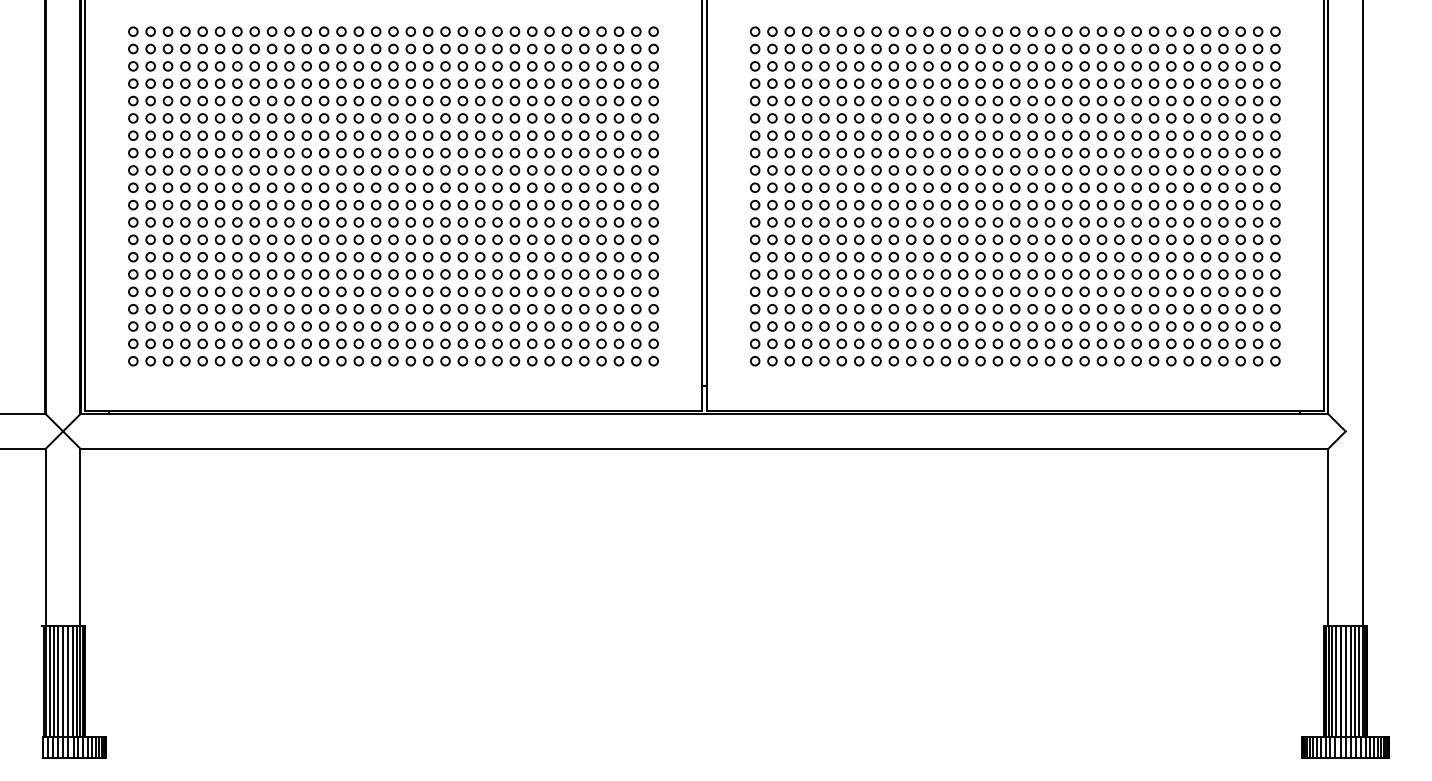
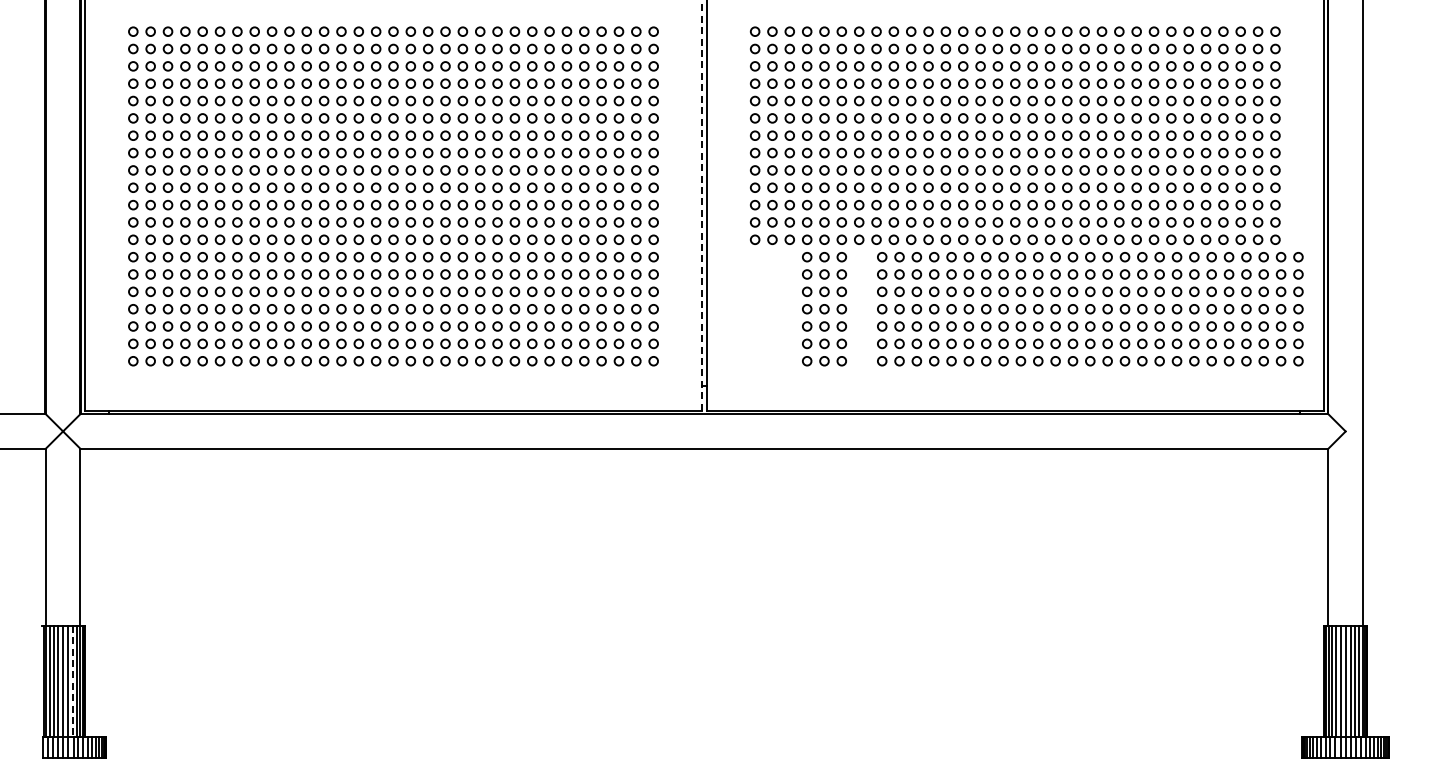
line at (702, 205): solid -> dashed
part at (771, 309): present -> none
part at (1067, 309) position: (1067, 309) -> (1090, 309)
line at (72, 681): solid -> dashed
